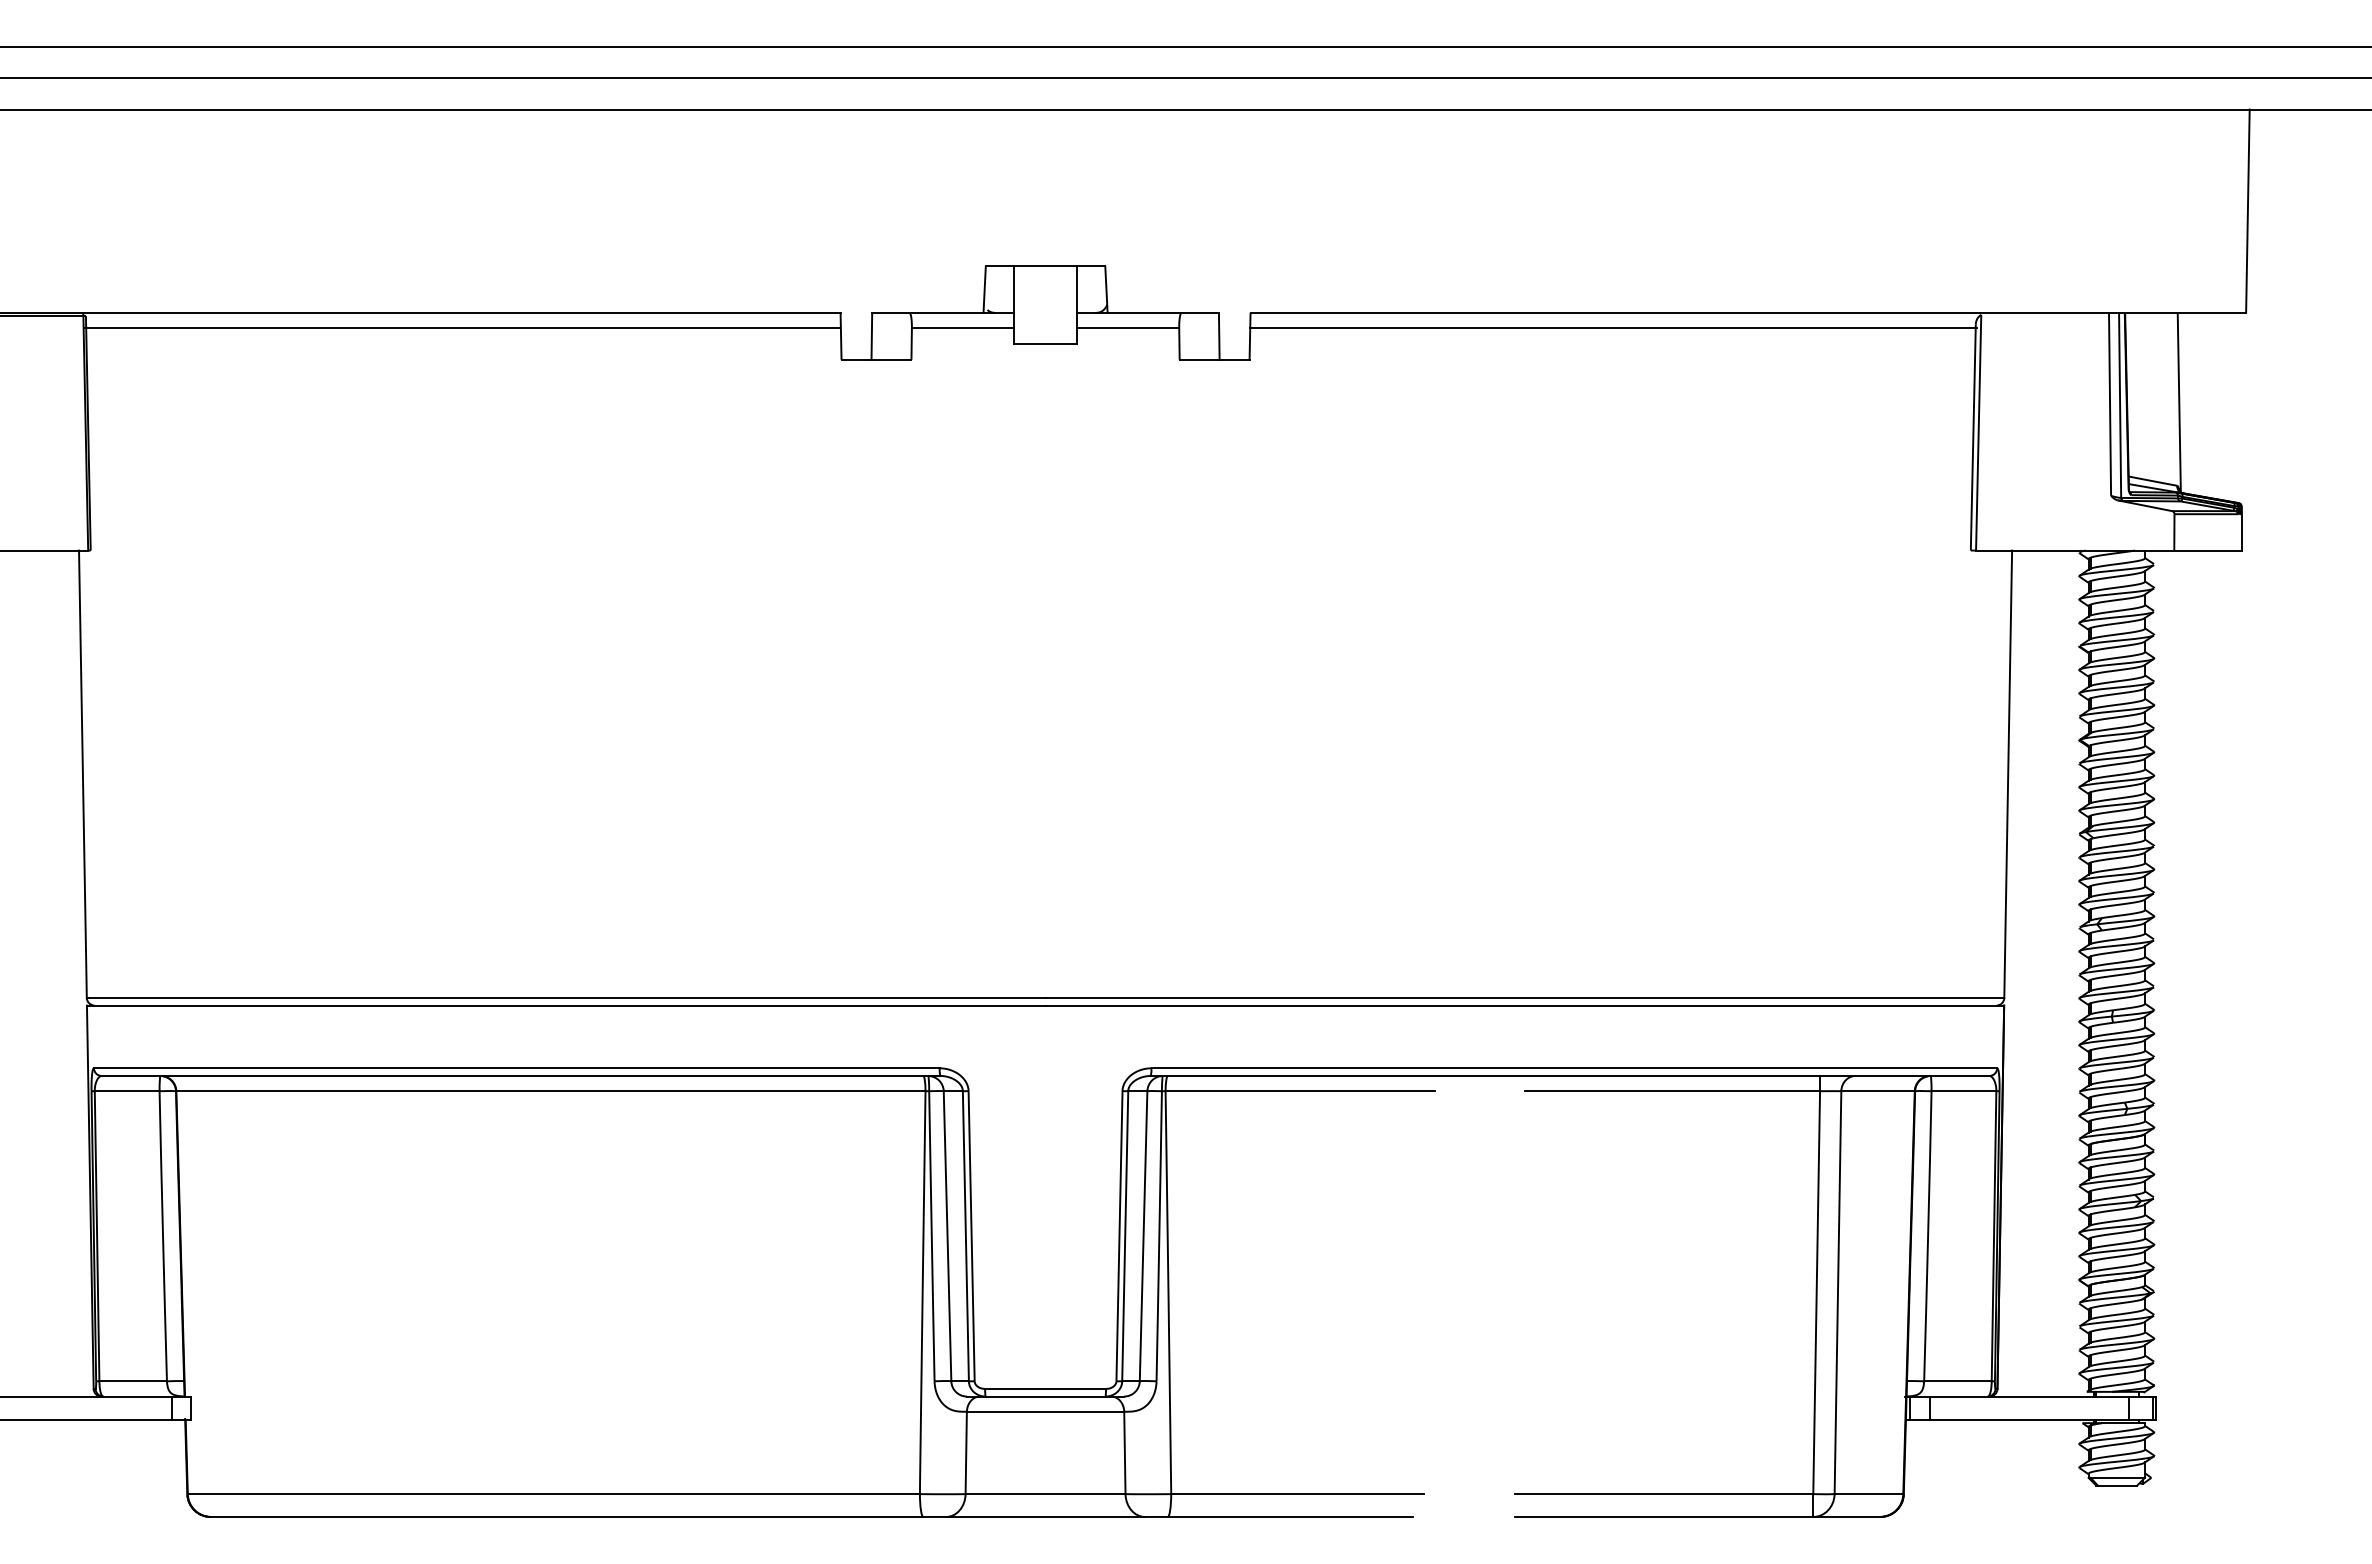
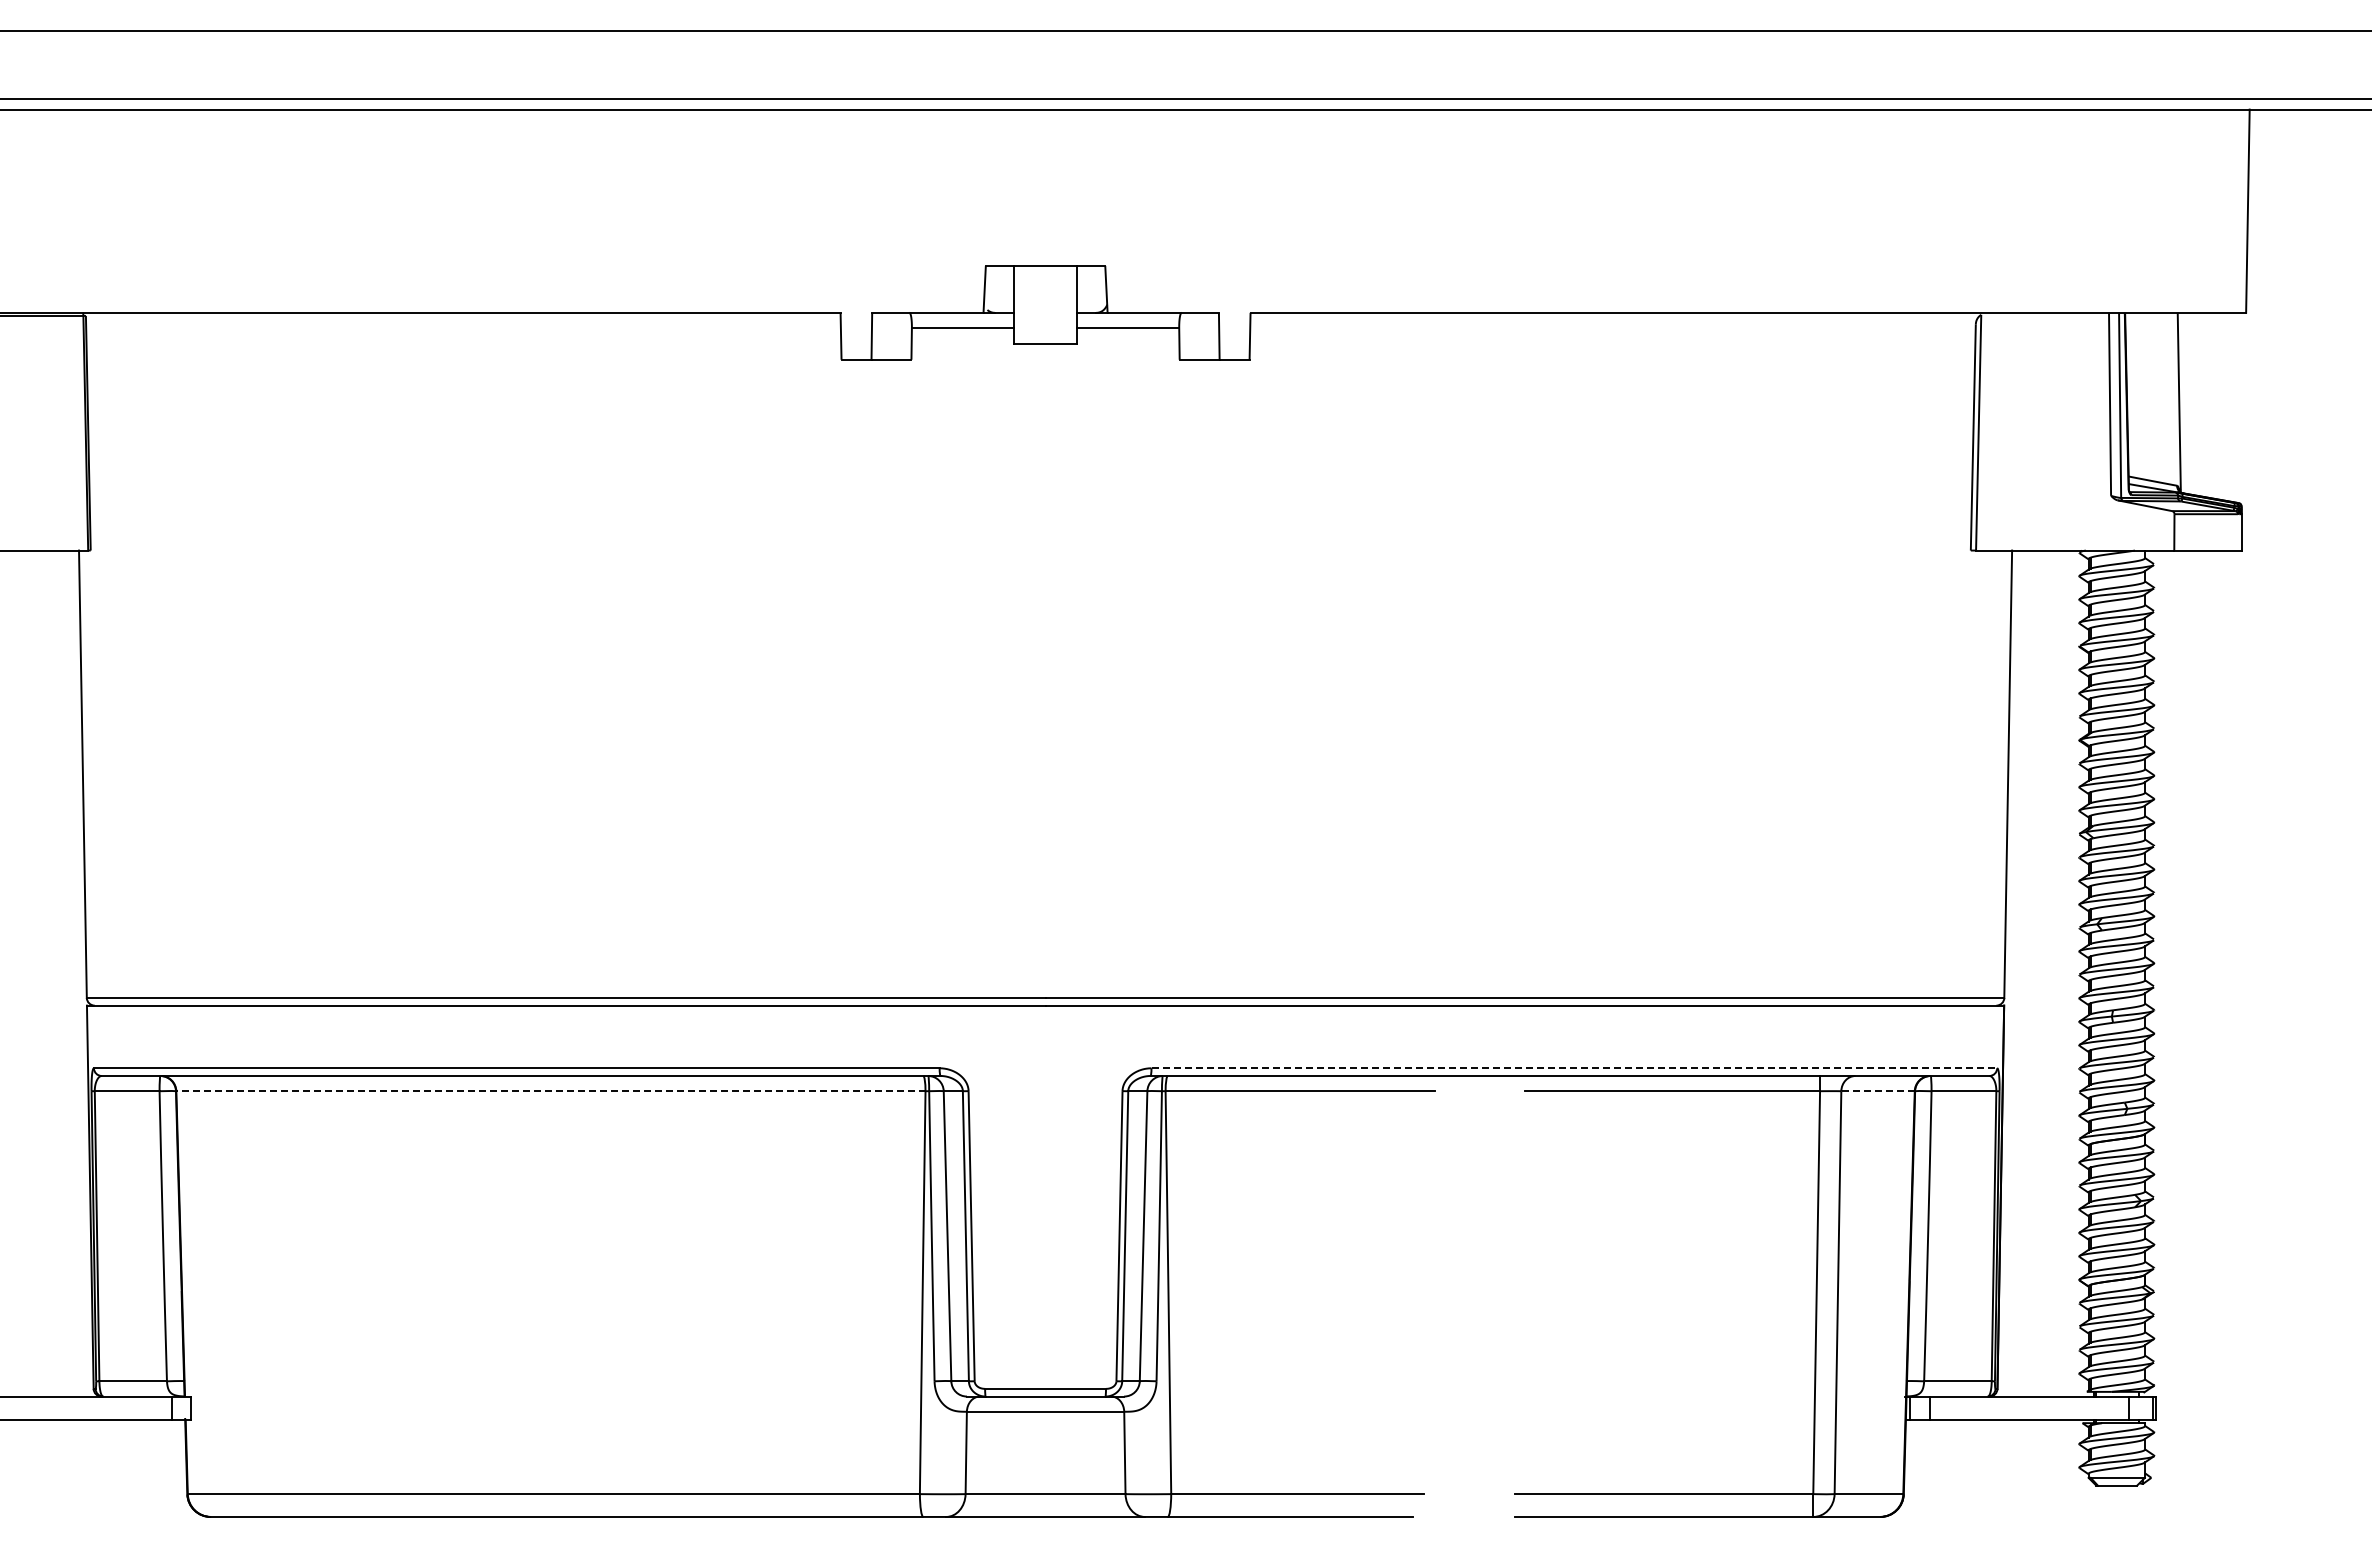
line at (1185, 47) position: (1185, 47) -> (1185, 31)
line at (1185, 78) position: (1185, 78) -> (1185, 99)
line at (461, 328): present -> none
line at (1613, 328): present -> none
line at (1574, 1068): solid -> dashed
line at (550, 1091): solid -> dashed
line at (1878, 1091): solid -> dashed
